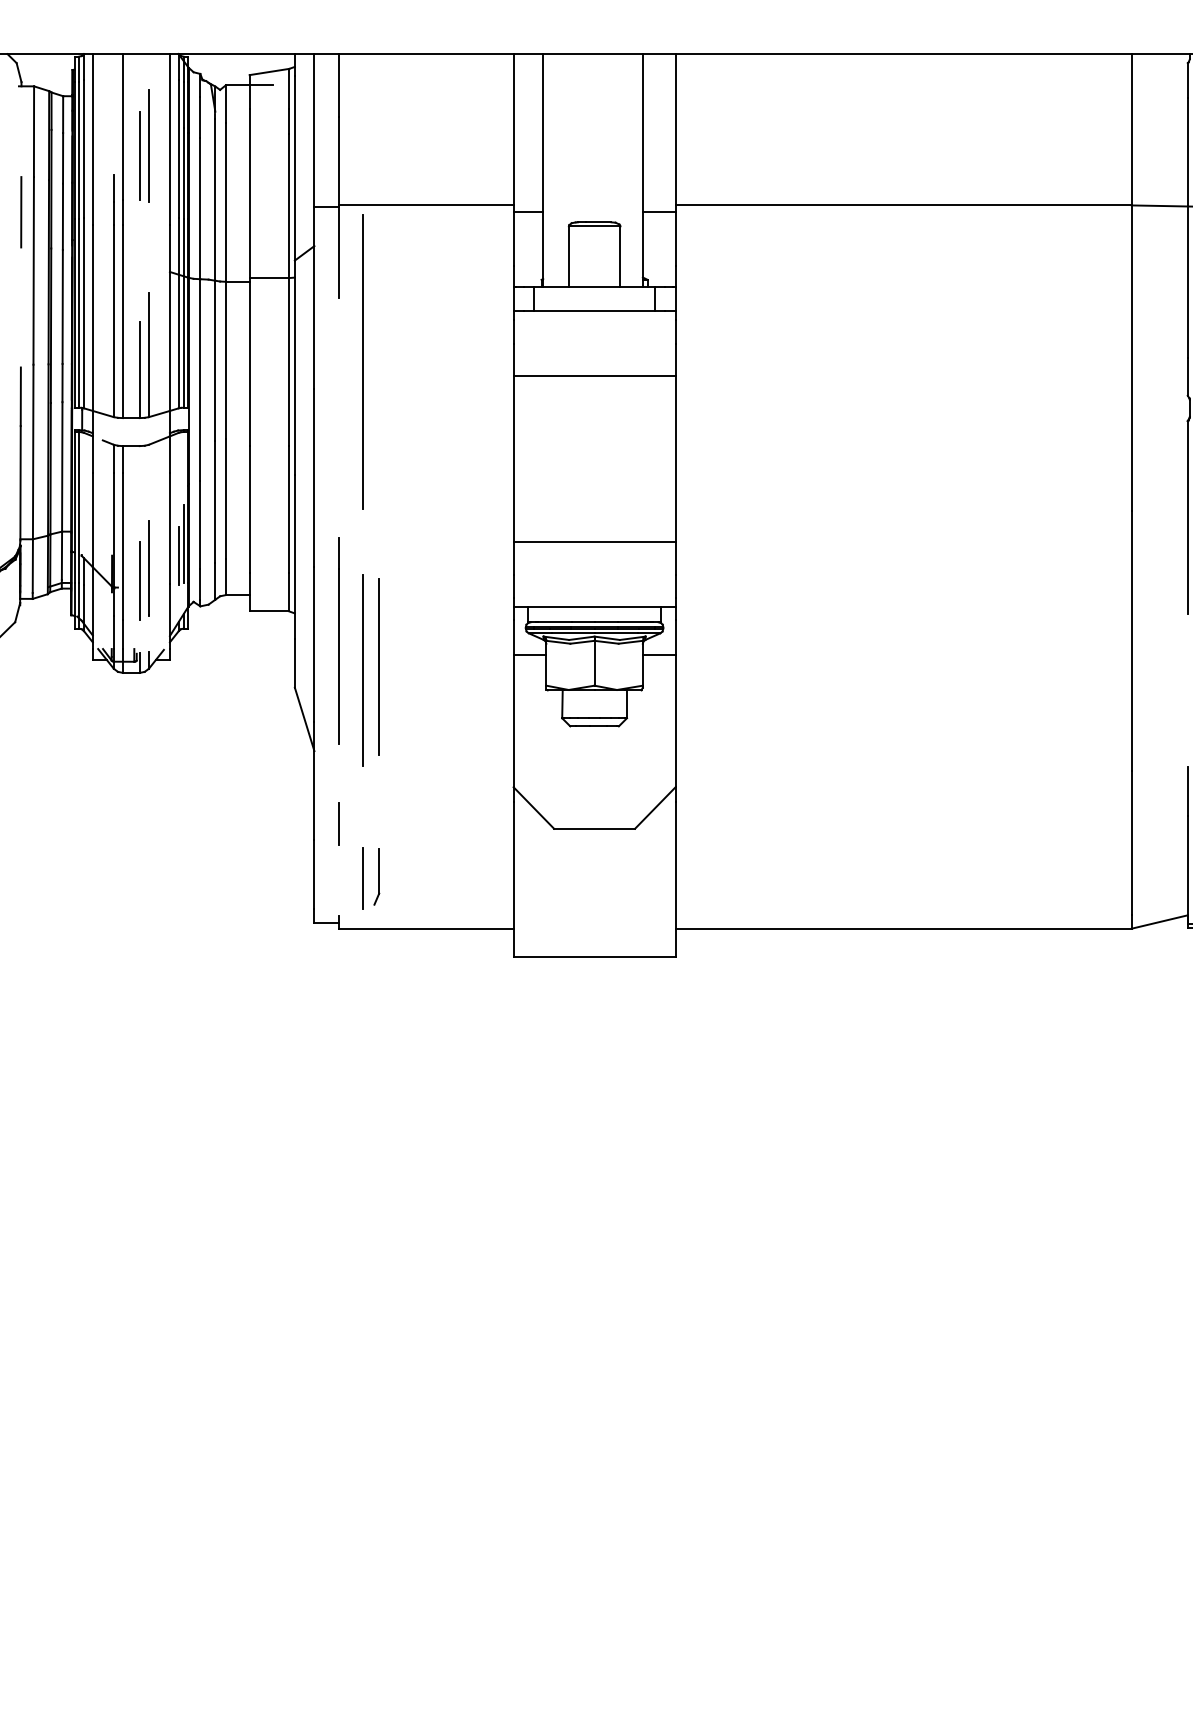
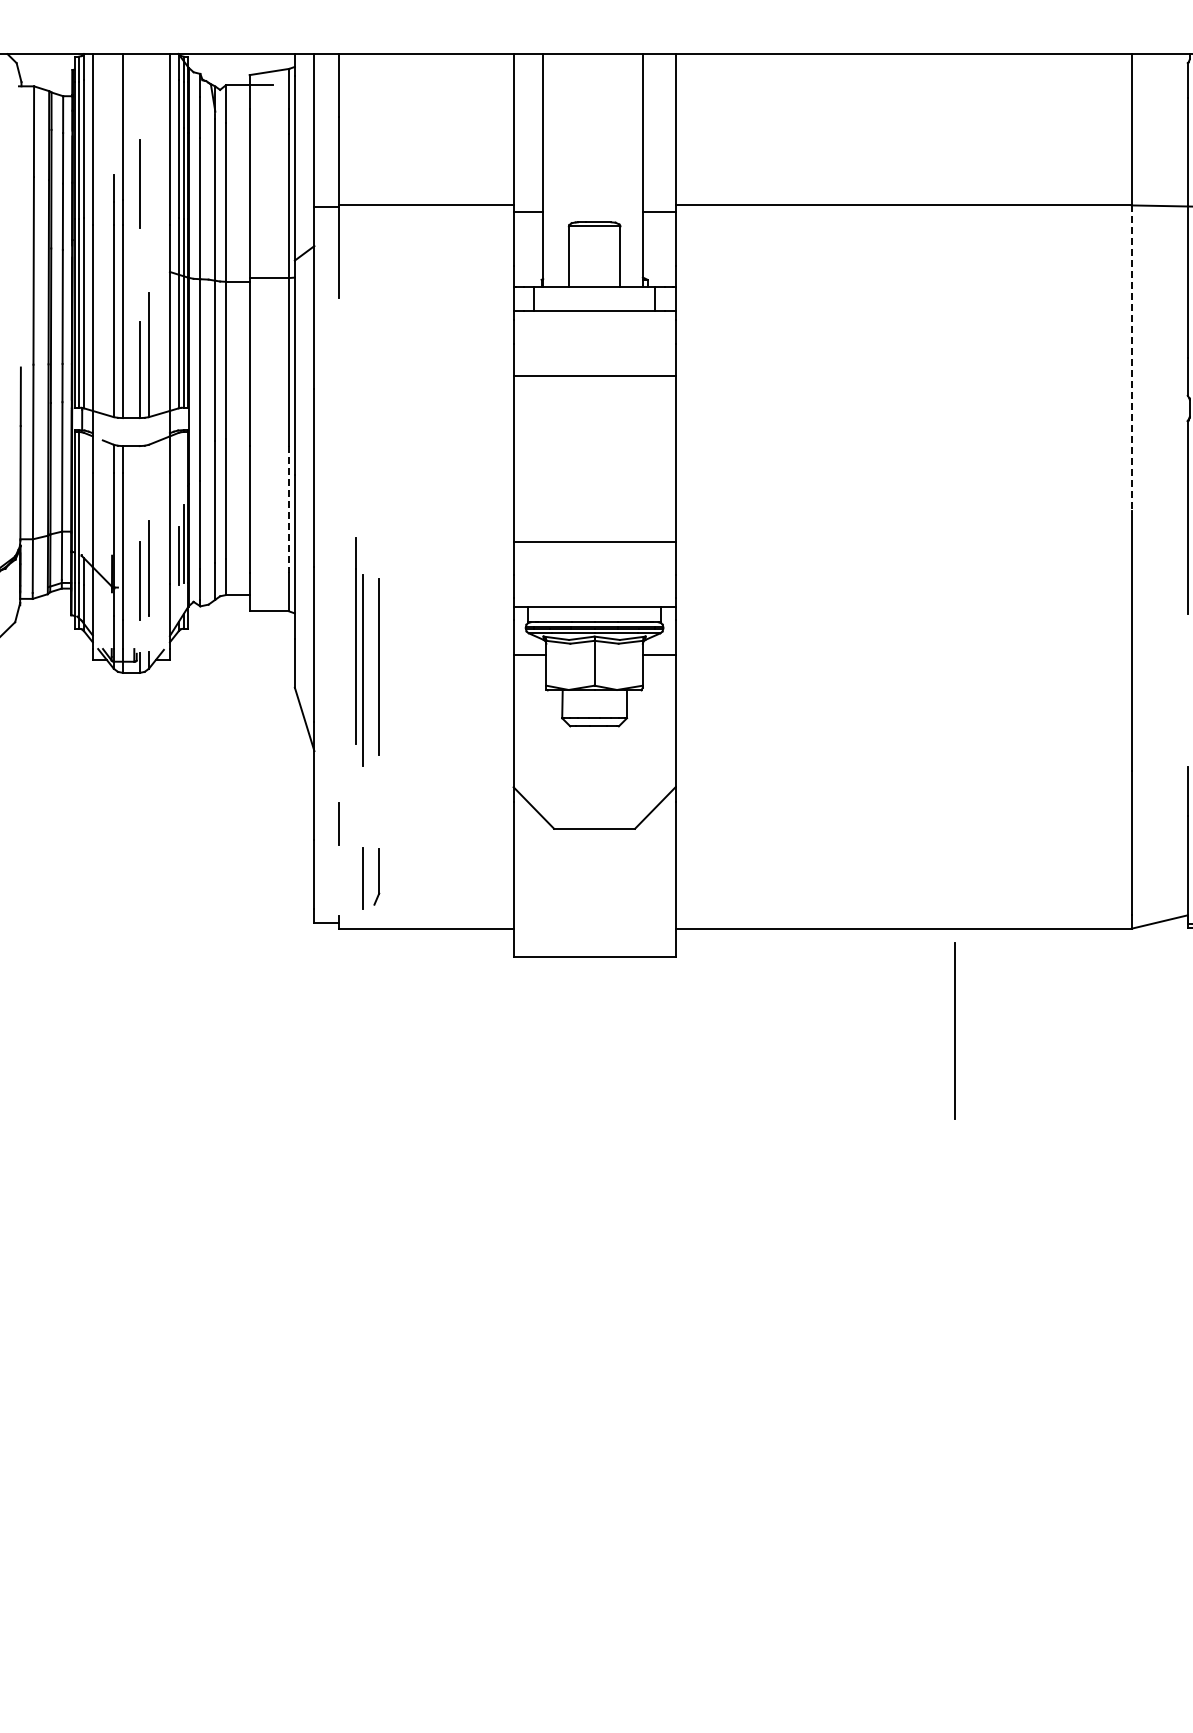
line at (148, 145): present -> none
line at (139, 155) position: (139, 155) -> (139, 183)
line at (21, 212): present -> none
line at (1131, 358): solid -> dashed
line at (363, 361): present -> none
line at (289, 509): solid -> dashed
line at (338, 640) position: (338, 640) -> (355, 640)
line at (954, 1030): none -> present
